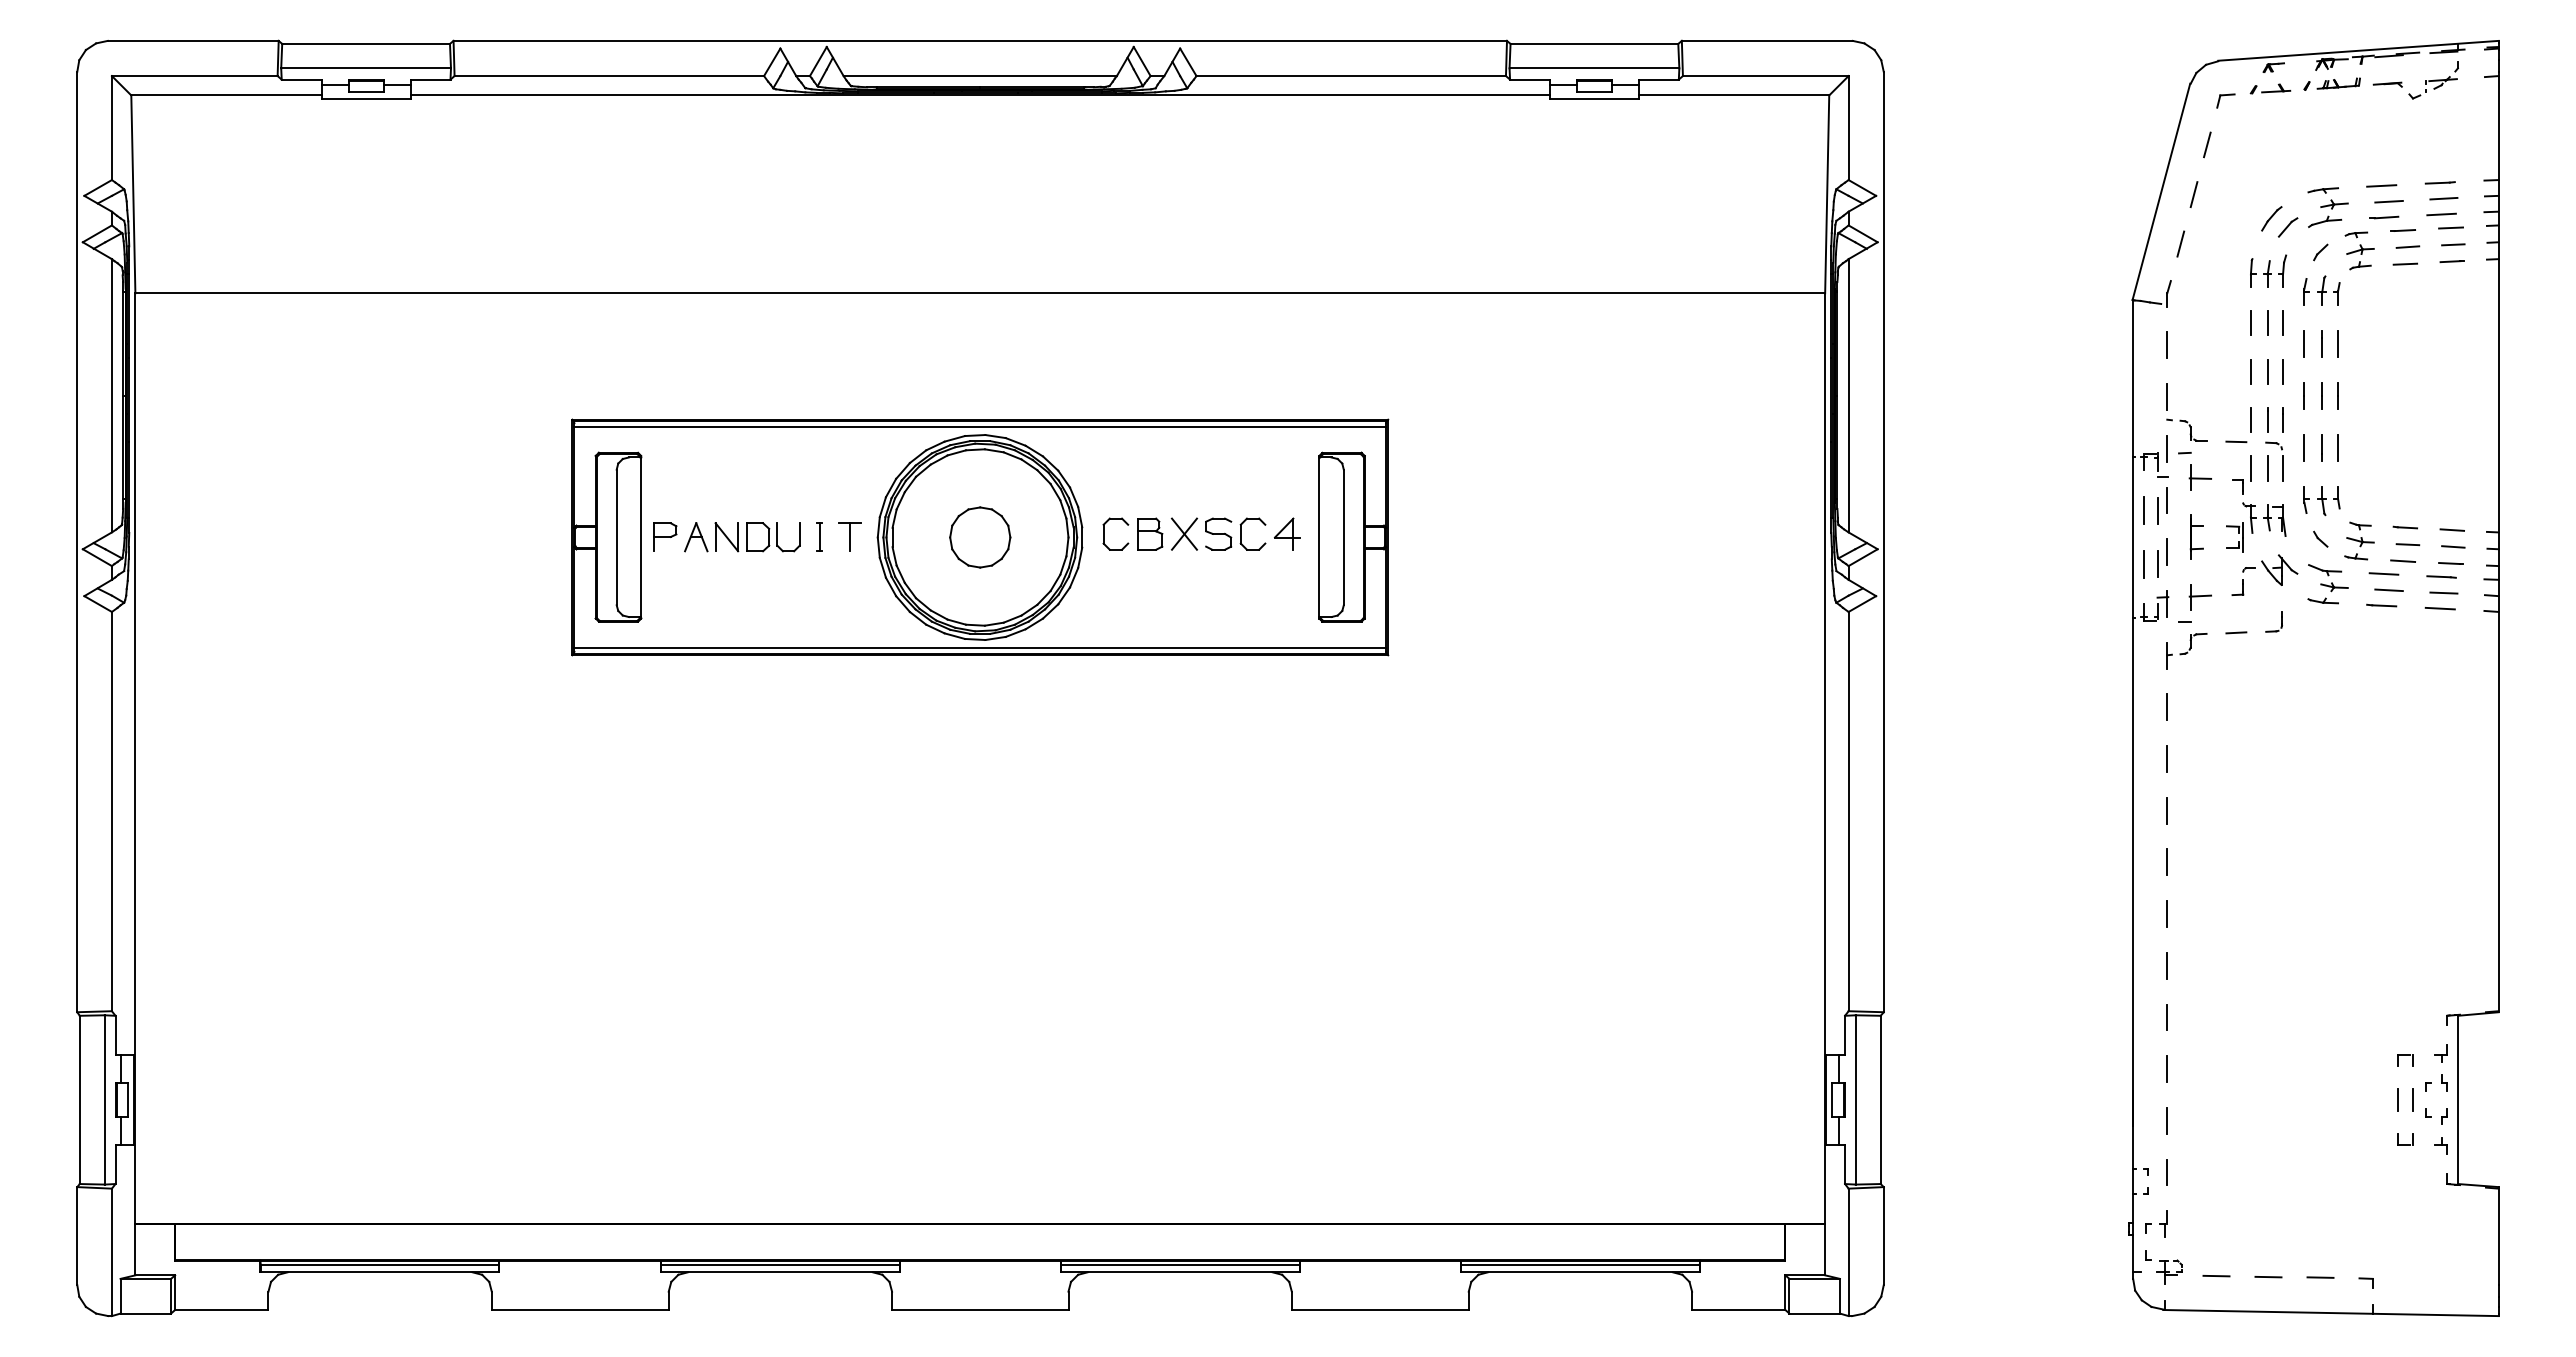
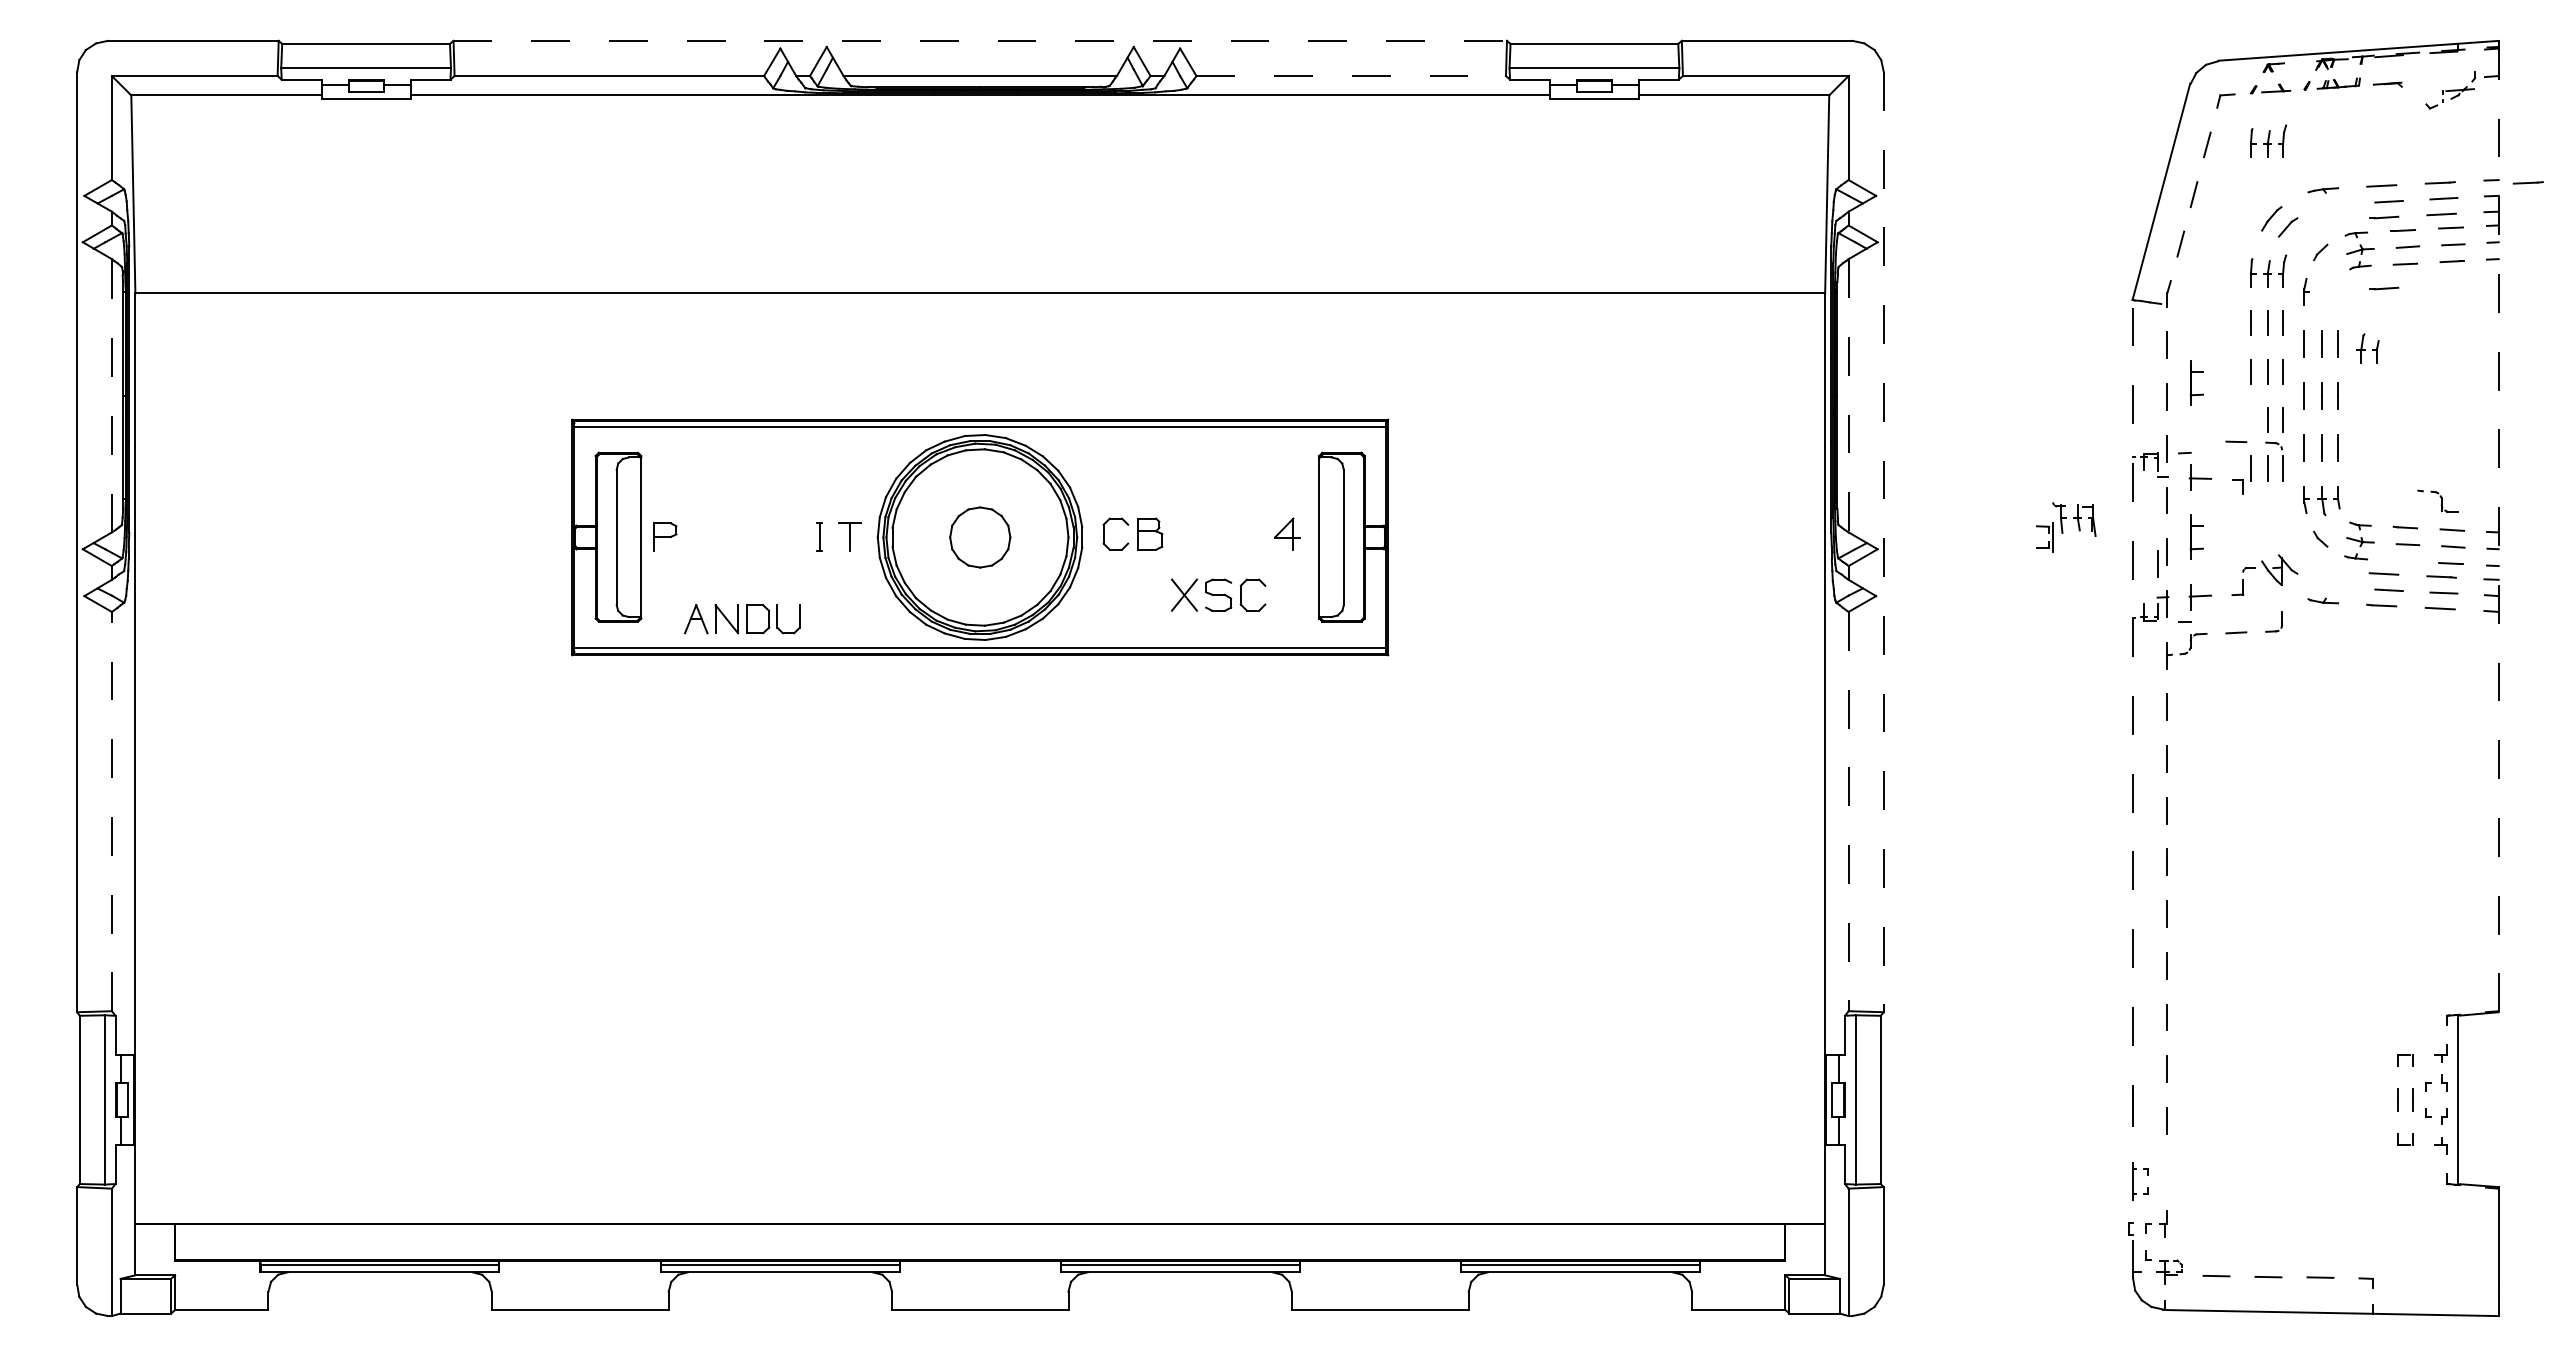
line at (980, 40): solid -> dashed
line at (1351, 76): solid -> dashed
part at (2433, 80) position: (2433, 80) -> (2450, 90)
part at (2268, 140): none -> present
line at (2527, 182): none -> present
part at (2328, 213): present -> none
line at (2384, 288): none -> present
part at (2328, 290) position: (2328, 290) -> (2367, 348)
part at (2196, 382): none -> present
line at (111, 395): solid -> dashed
line at (1848, 395): solid -> dashed
line at (2250, 420): present -> none
part at (2186, 429) position: (2186, 429) -> (2437, 500)
line at (2144, 510): present -> none
line at (2157, 510): present -> none
part at (2256, 527) position: (2256, 527) -> (2066, 527)
part at (1218, 533) position: (1218, 533) -> (1218, 594)
part at (742, 537) position: (742, 537) -> (742, 619)
line at (2498, 541): solid -> dashed
line at (1883, 542): solid -> dashed
line at (2403, 560): present -> none
line at (2144, 563): present -> none
part at (2328, 578): present -> none
line at (2132, 788): solid -> dashed
line at (111, 811): solid -> dashed
line at (1848, 811): solid -> dashed
line at (2167, 1172): present -> none
